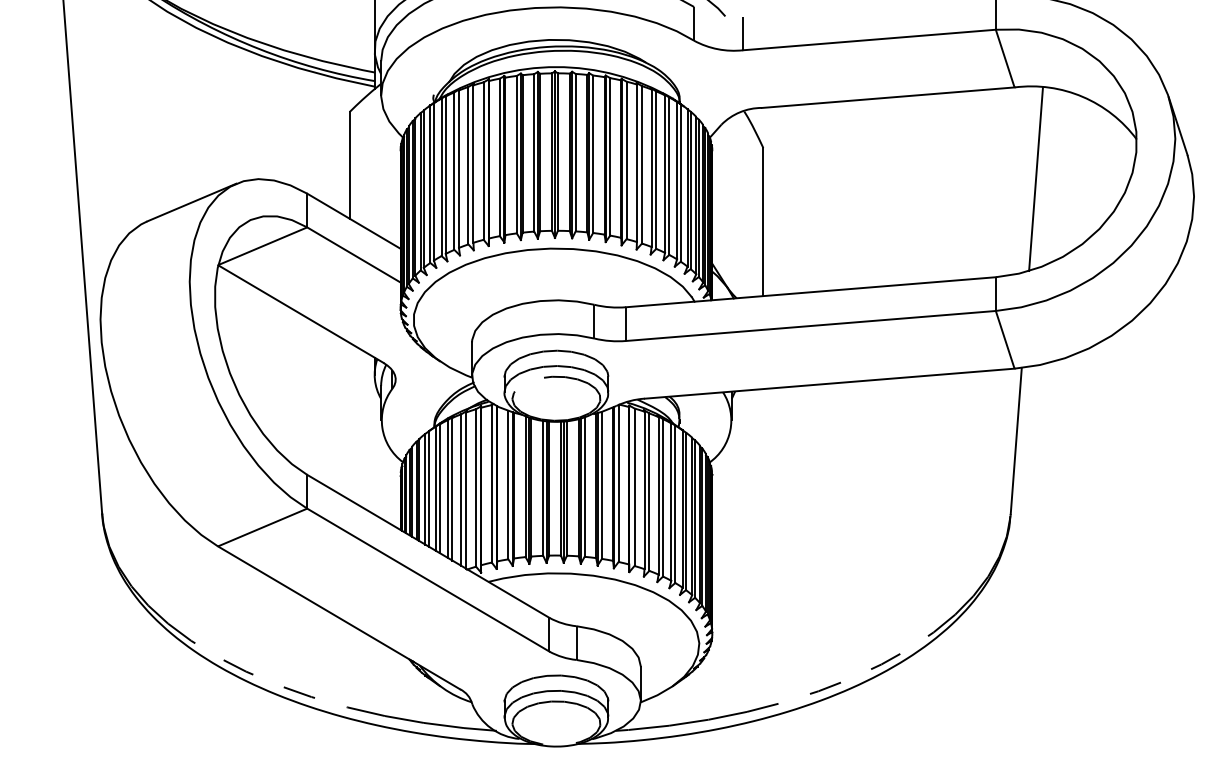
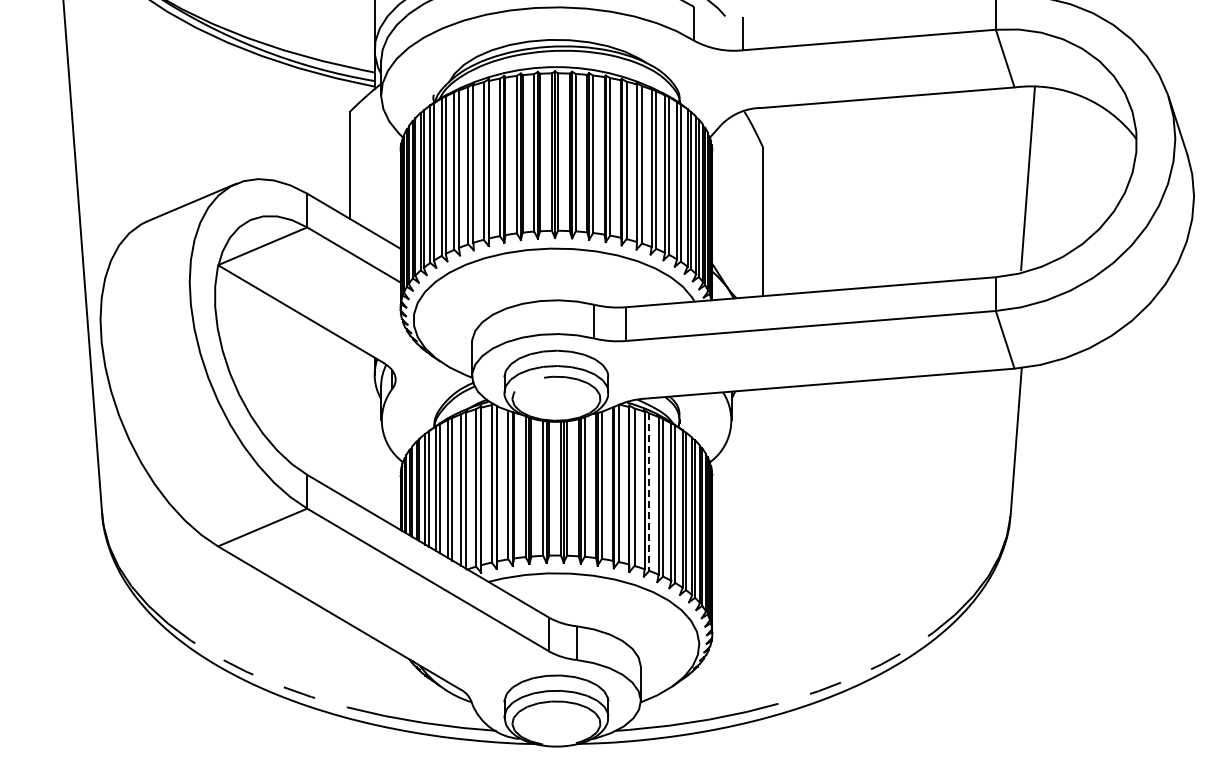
line at (1035, 179) position: (1035, 179) -> (1027, 178)
line at (649, 492): solid -> dashed
